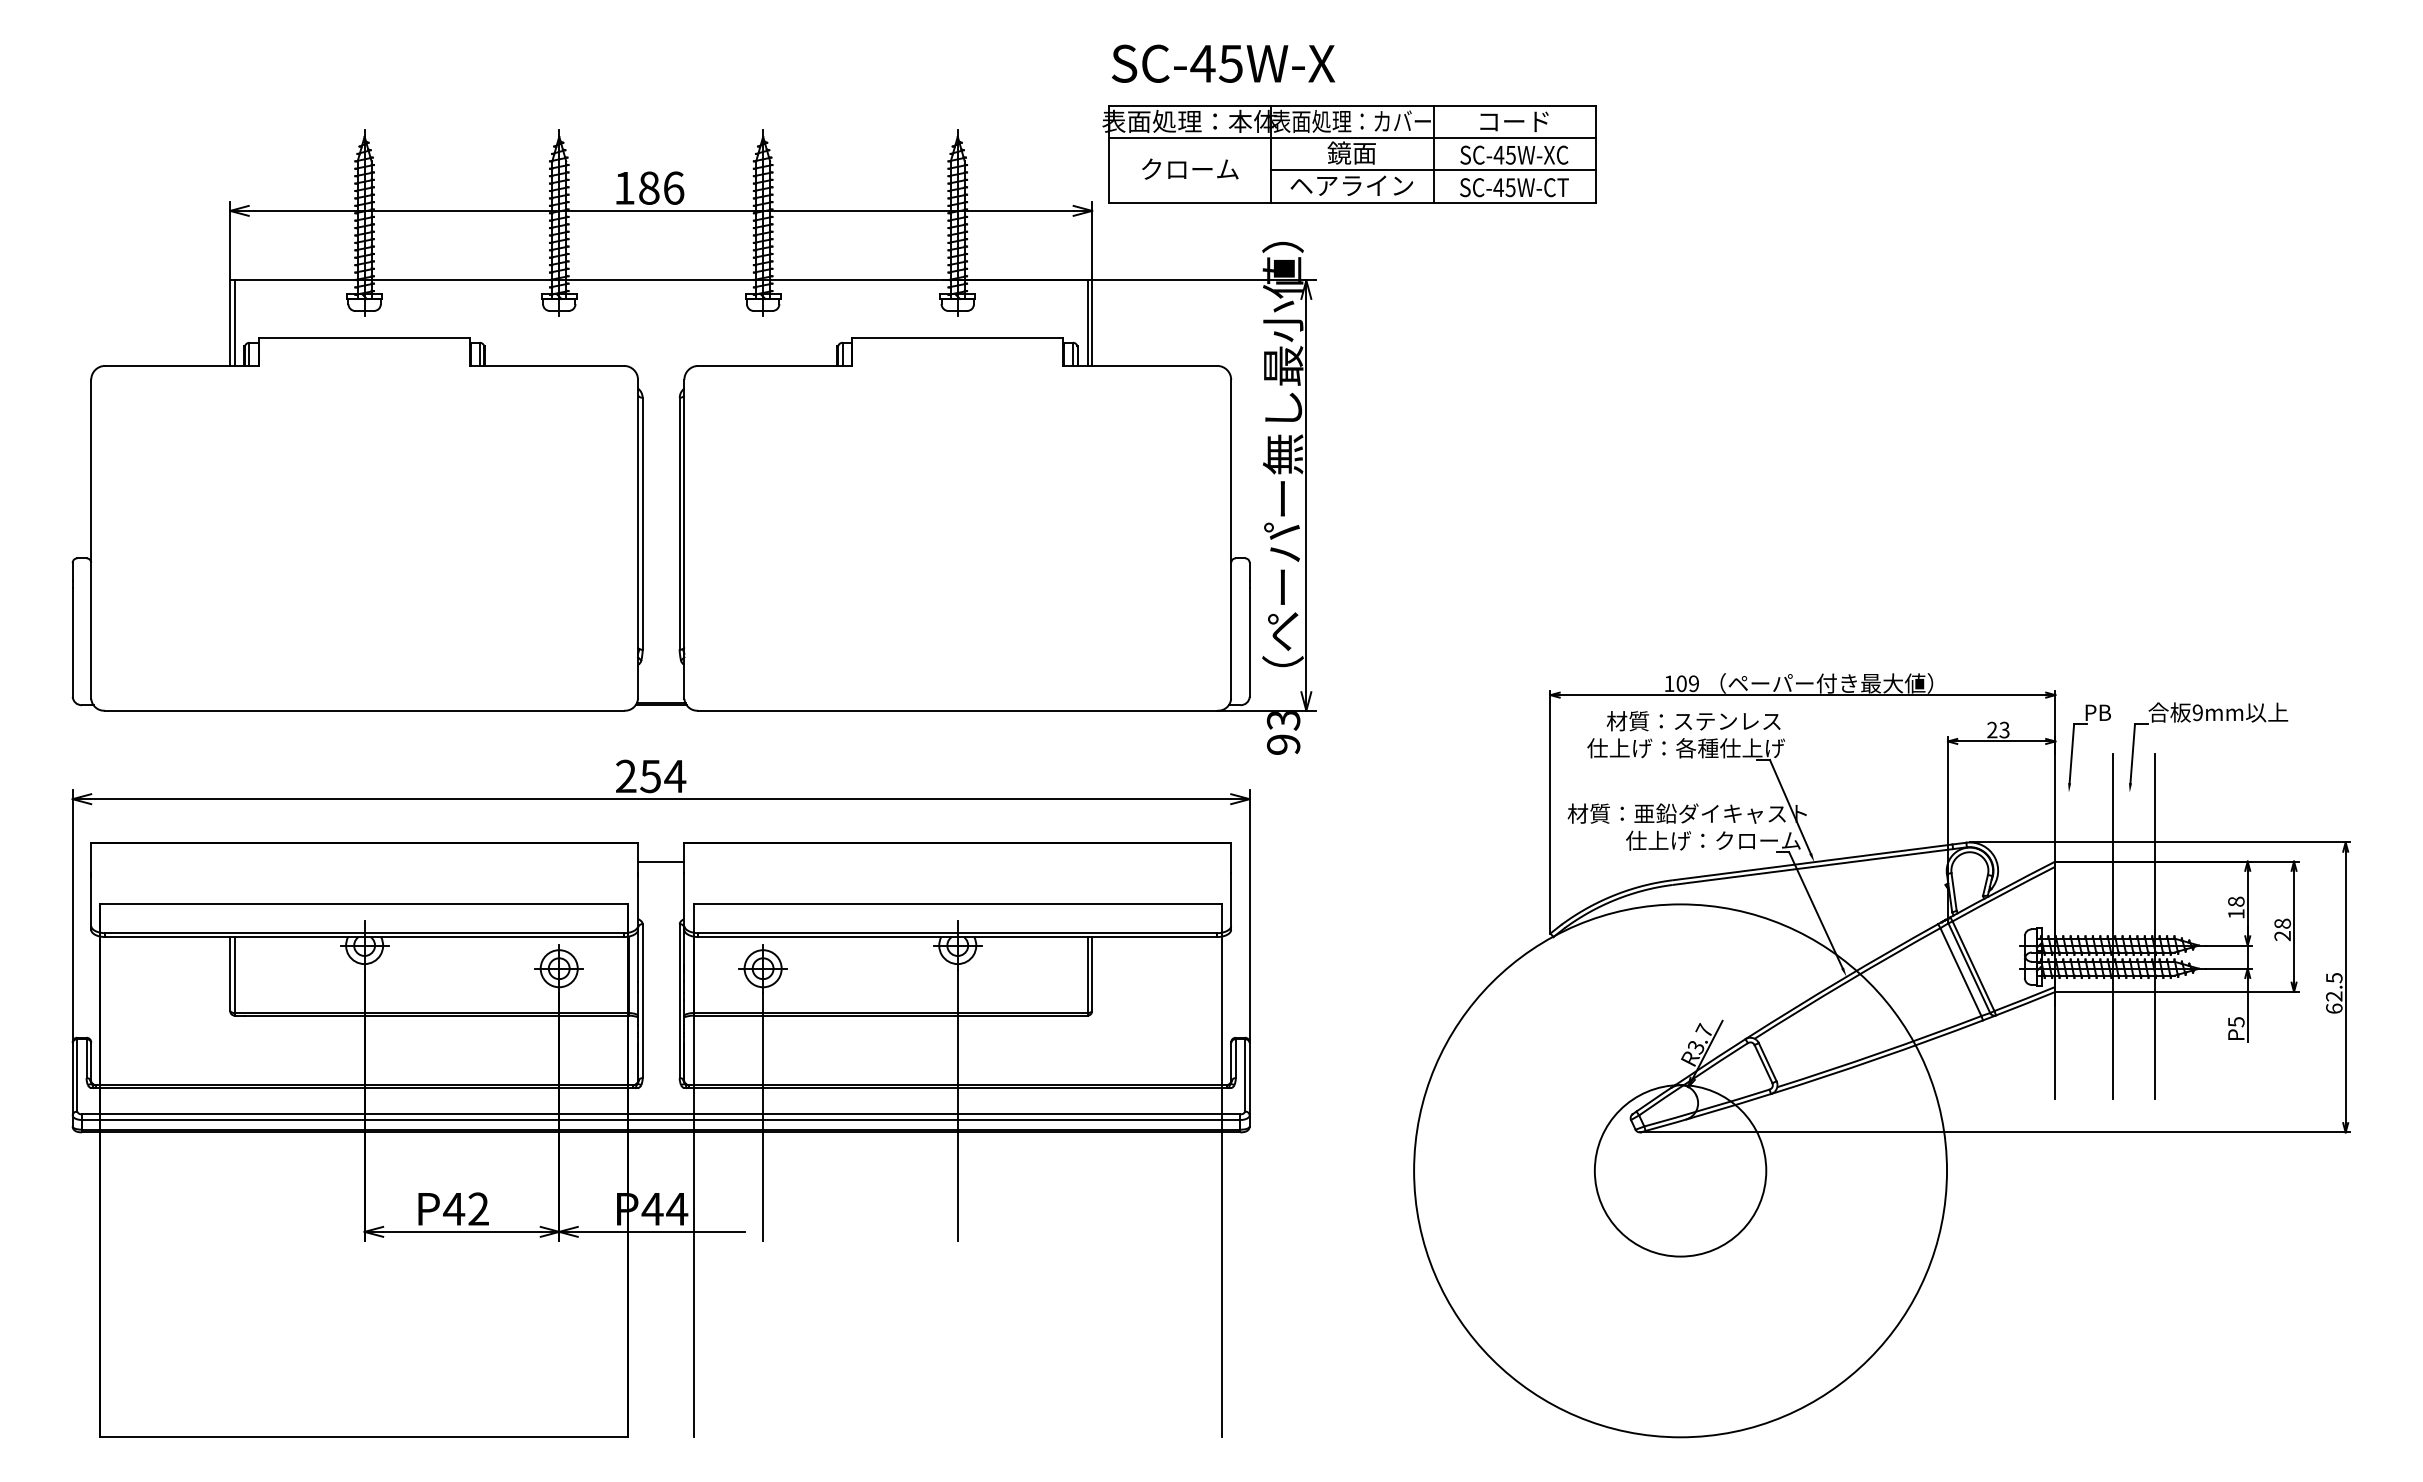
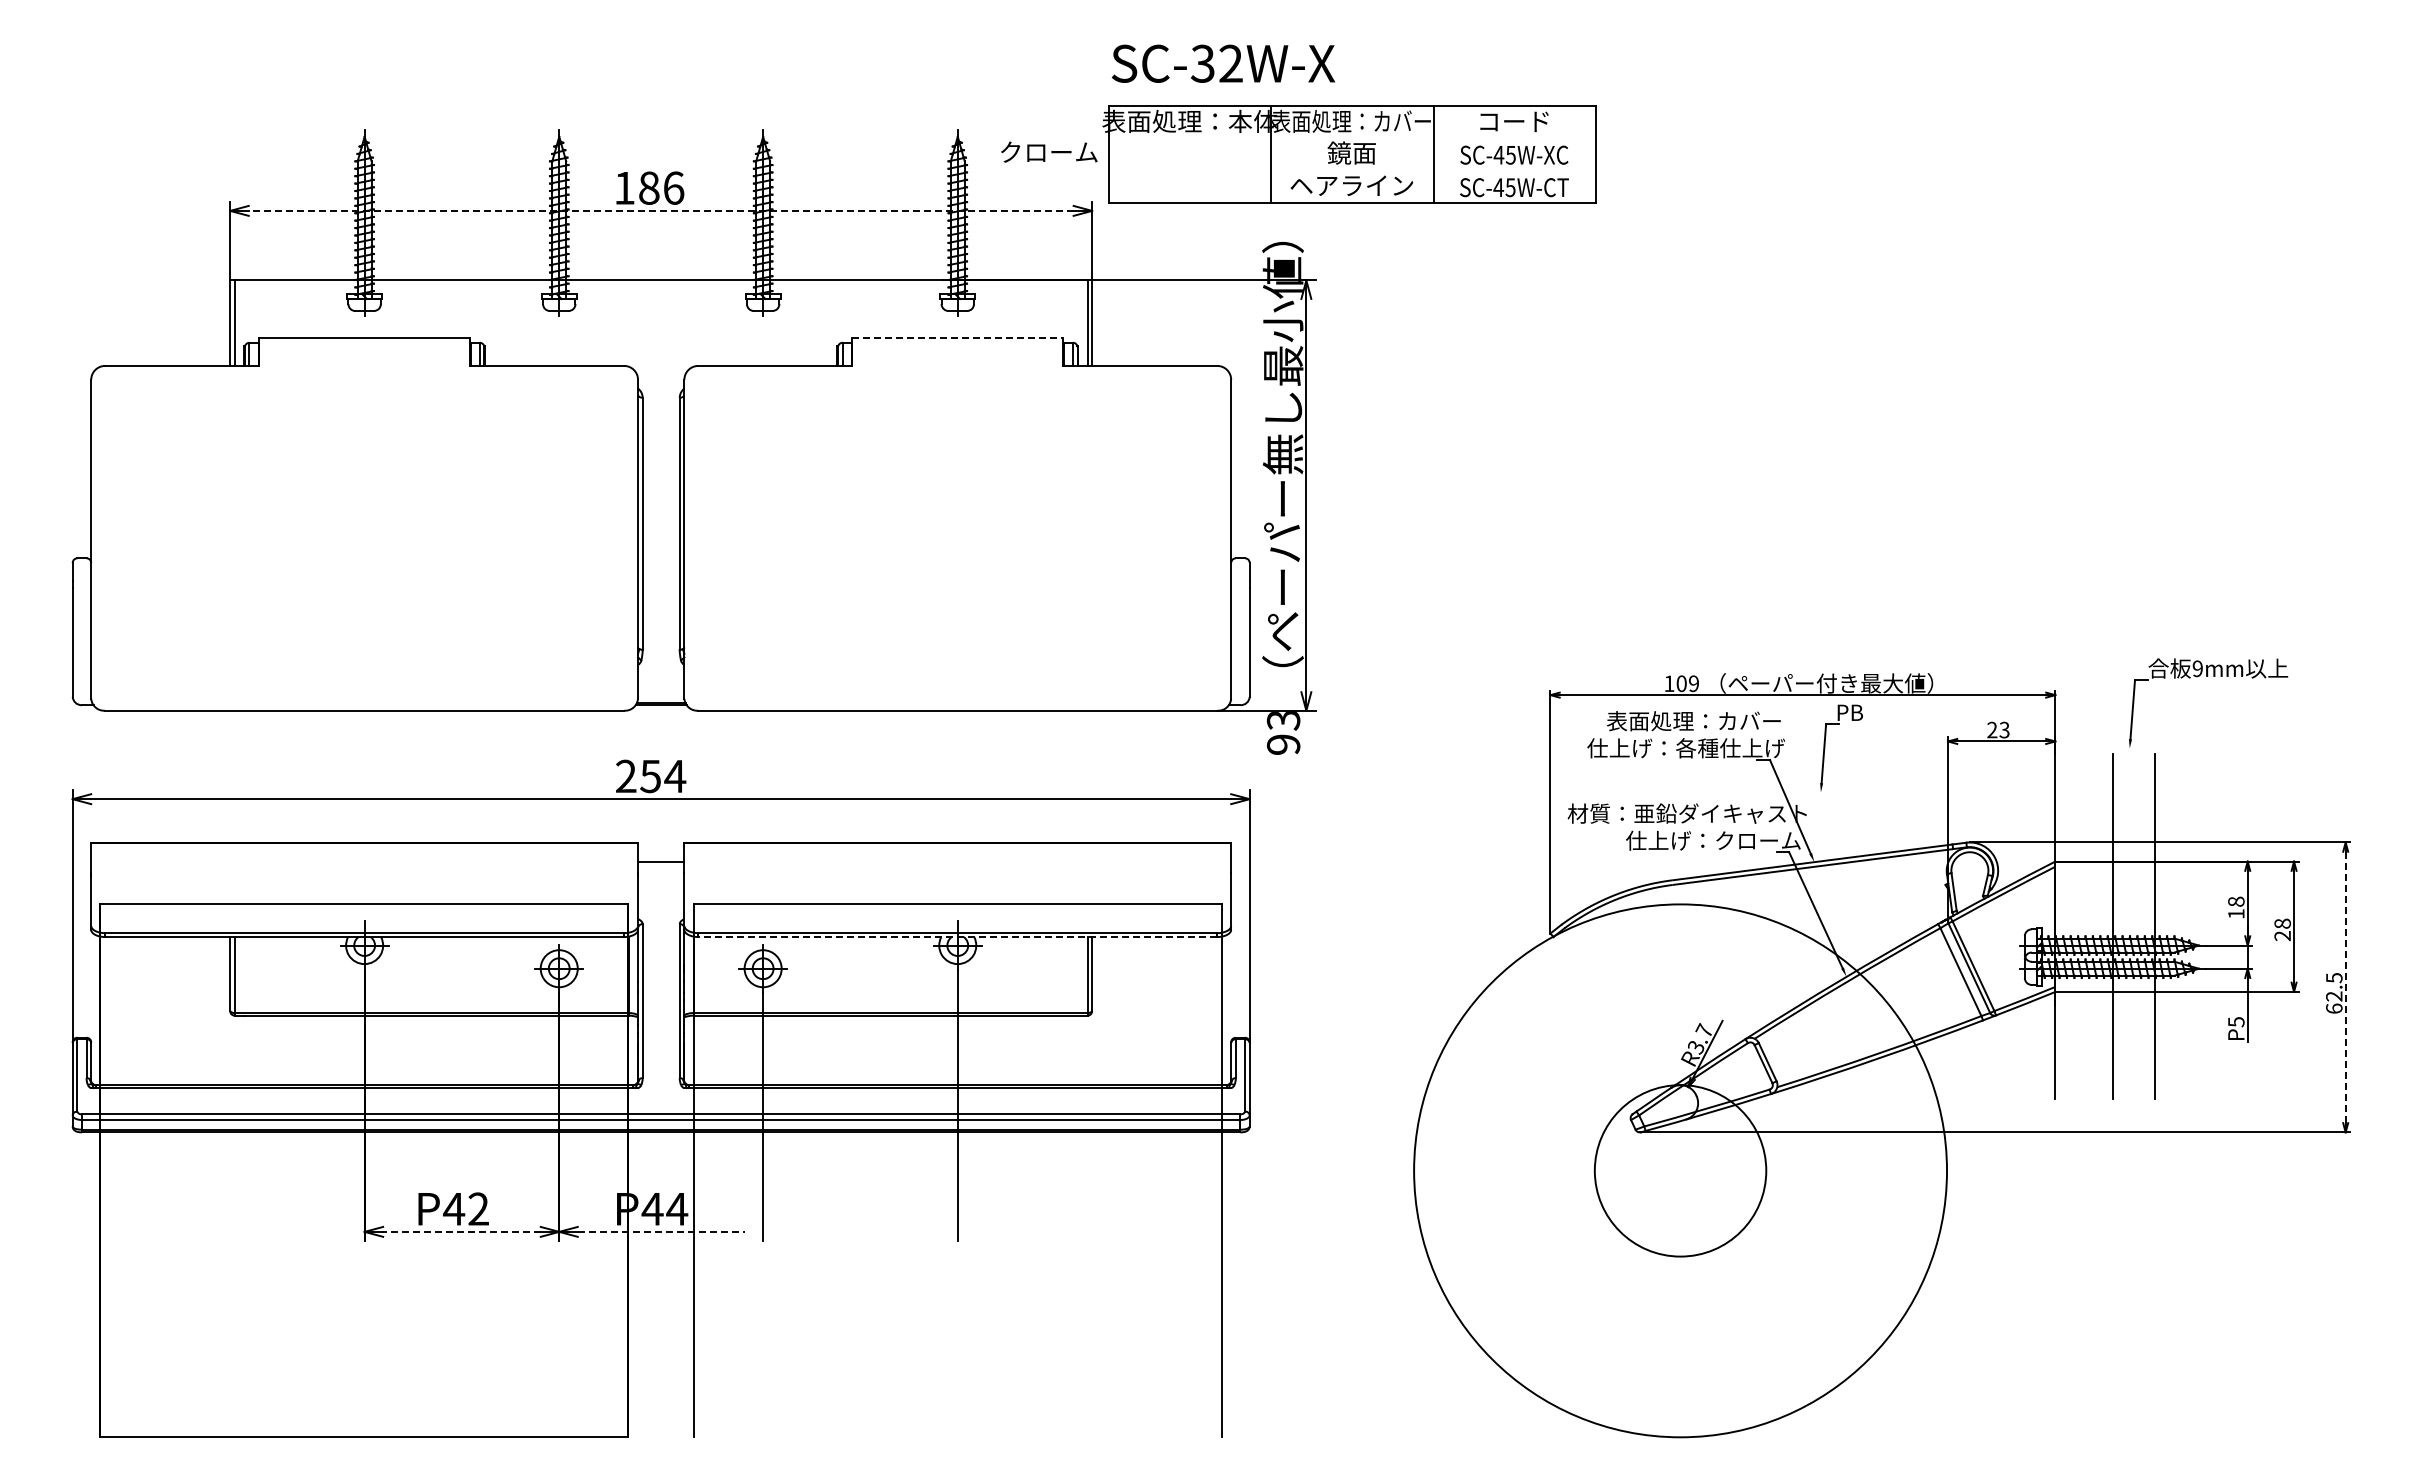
text at (1216, 63): SC-45W-X -> SC-32W-X
line at (1352, 137): present -> none
text at (1190, 168) position: (1190, 168) -> (1049, 151)
line at (1433, 170): present -> none
line at (660, 210): solid -> dashed
line at (958, 337): solid -> dashed
part at (2208, 720) position: (2208, 720) -> (2208, 676)
text at (1693, 721): 材質：ステンレス -> 表面処理：カバー
part at (2073, 747) position: (2073, 747) -> (1825, 747)
line at (957, 937): solid -> dashed
line at (2345, 987): solid -> dashed
line at (461, 1231): solid -> dashed
line at (661, 1231): solid -> dashed
